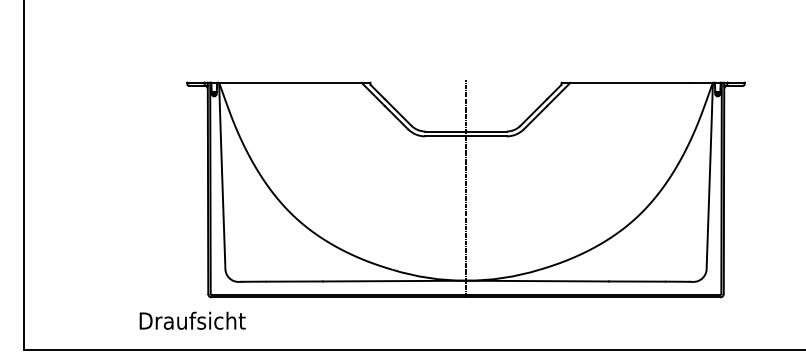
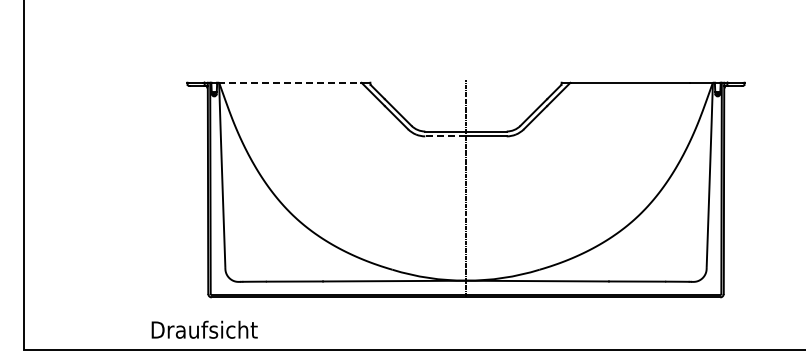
line at (290, 82): solid -> dashed
line at (445, 136): solid -> dashed
text at (192, 320) position: (192, 320) -> (204, 329)
